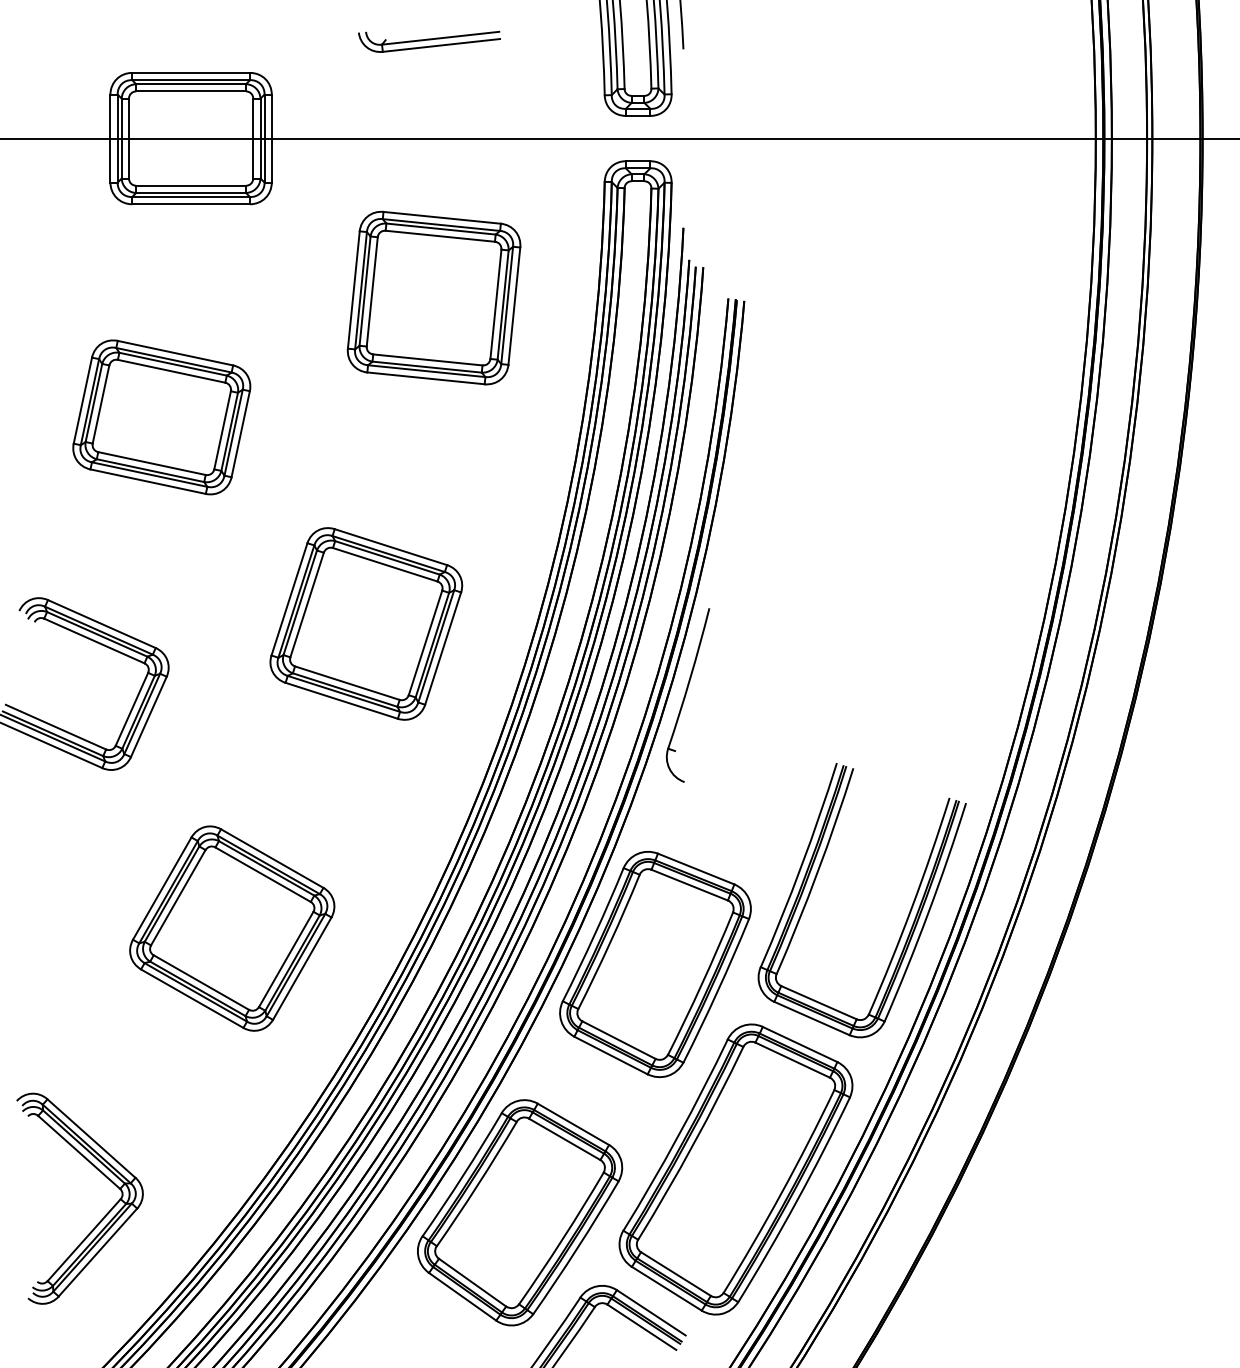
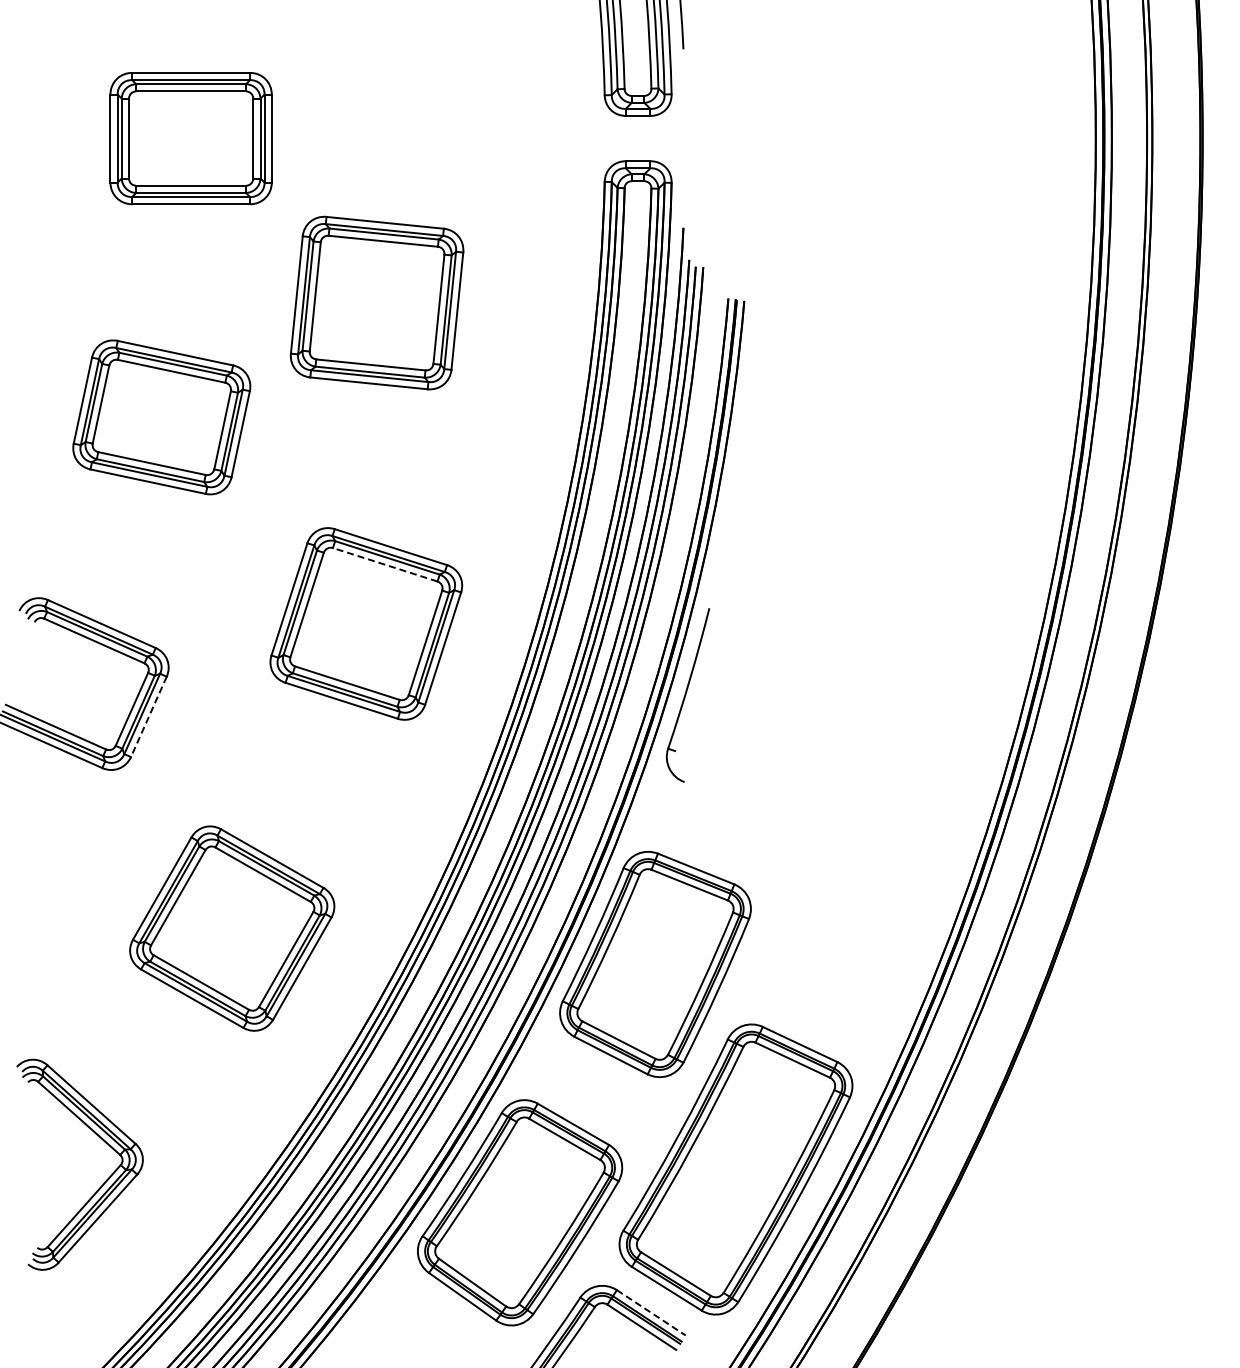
part at (429, 41): present -> none
line at (619, 138): present -> none
part at (433, 297) position: (433, 297) -> (376, 302)
line at (385, 564): solid -> dashed
line at (148, 716): solid -> dashed
part at (906, 918): present -> none
part at (104, 1215) position: (104, 1215) -> (104, 1181)
line at (651, 1313): solid -> dashed
